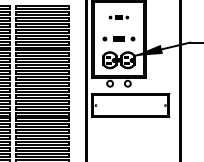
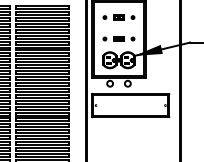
part at (118, 17) size: 22x5 px -> 34x7 px
